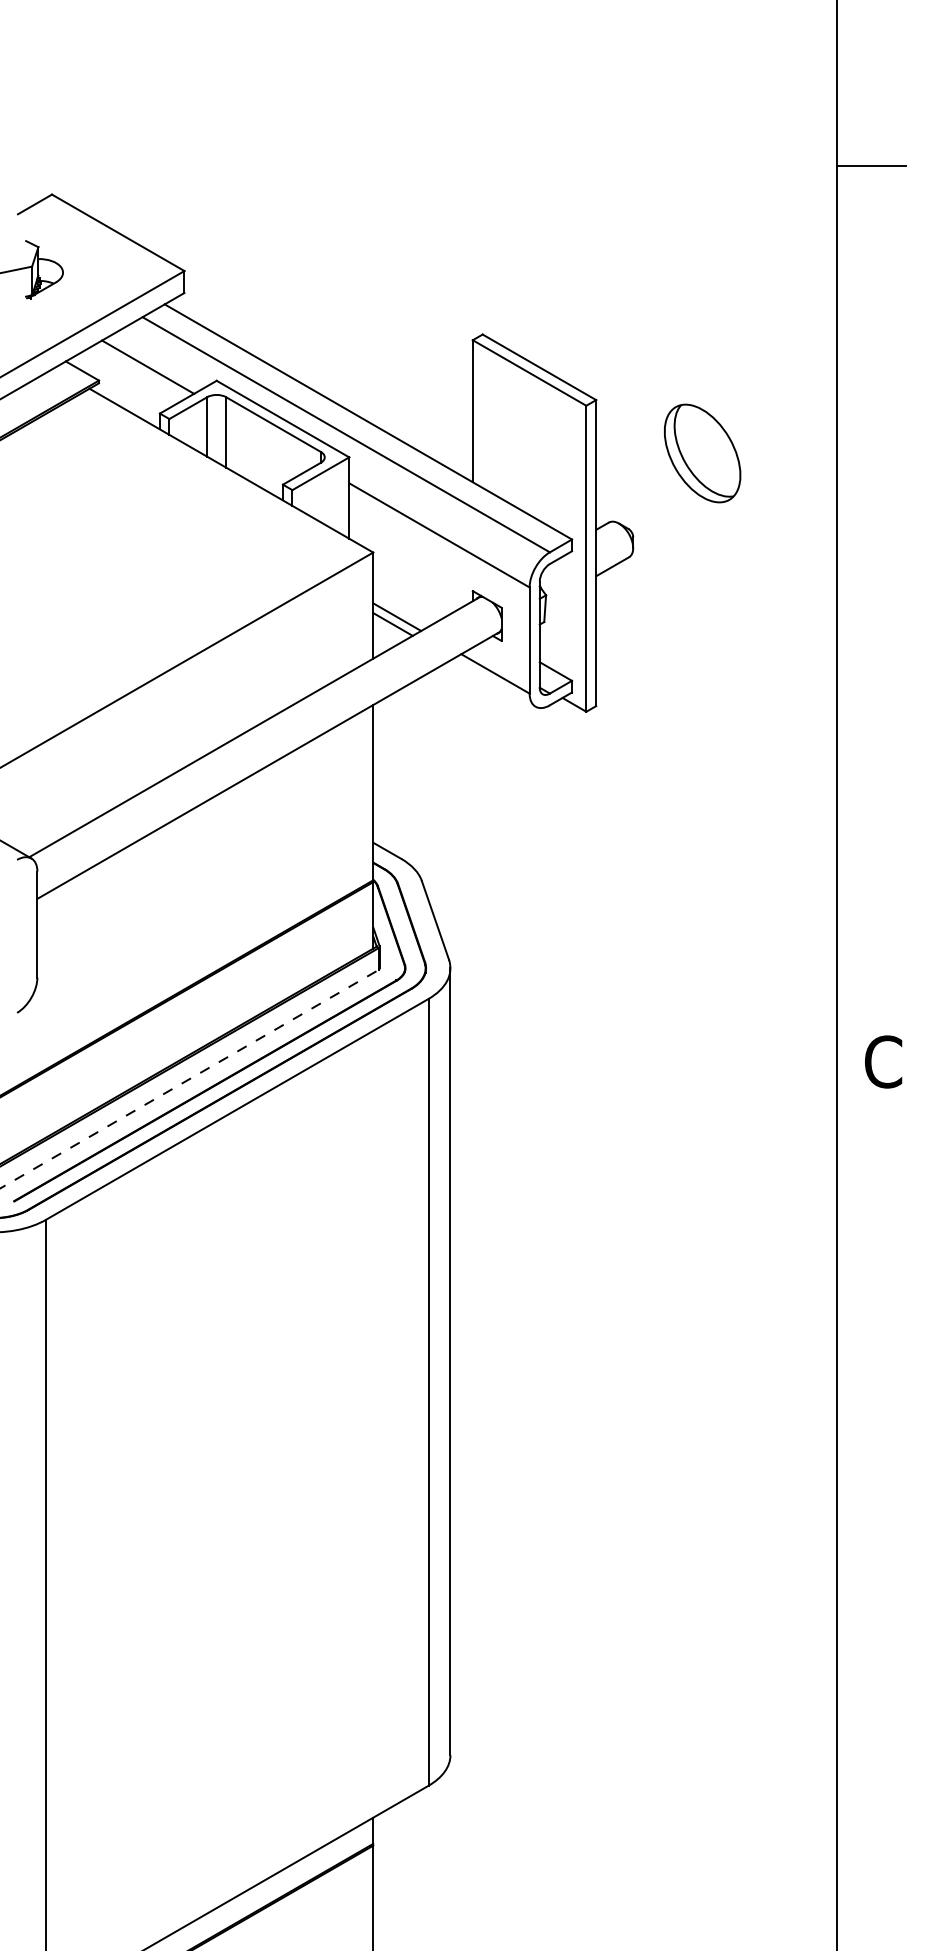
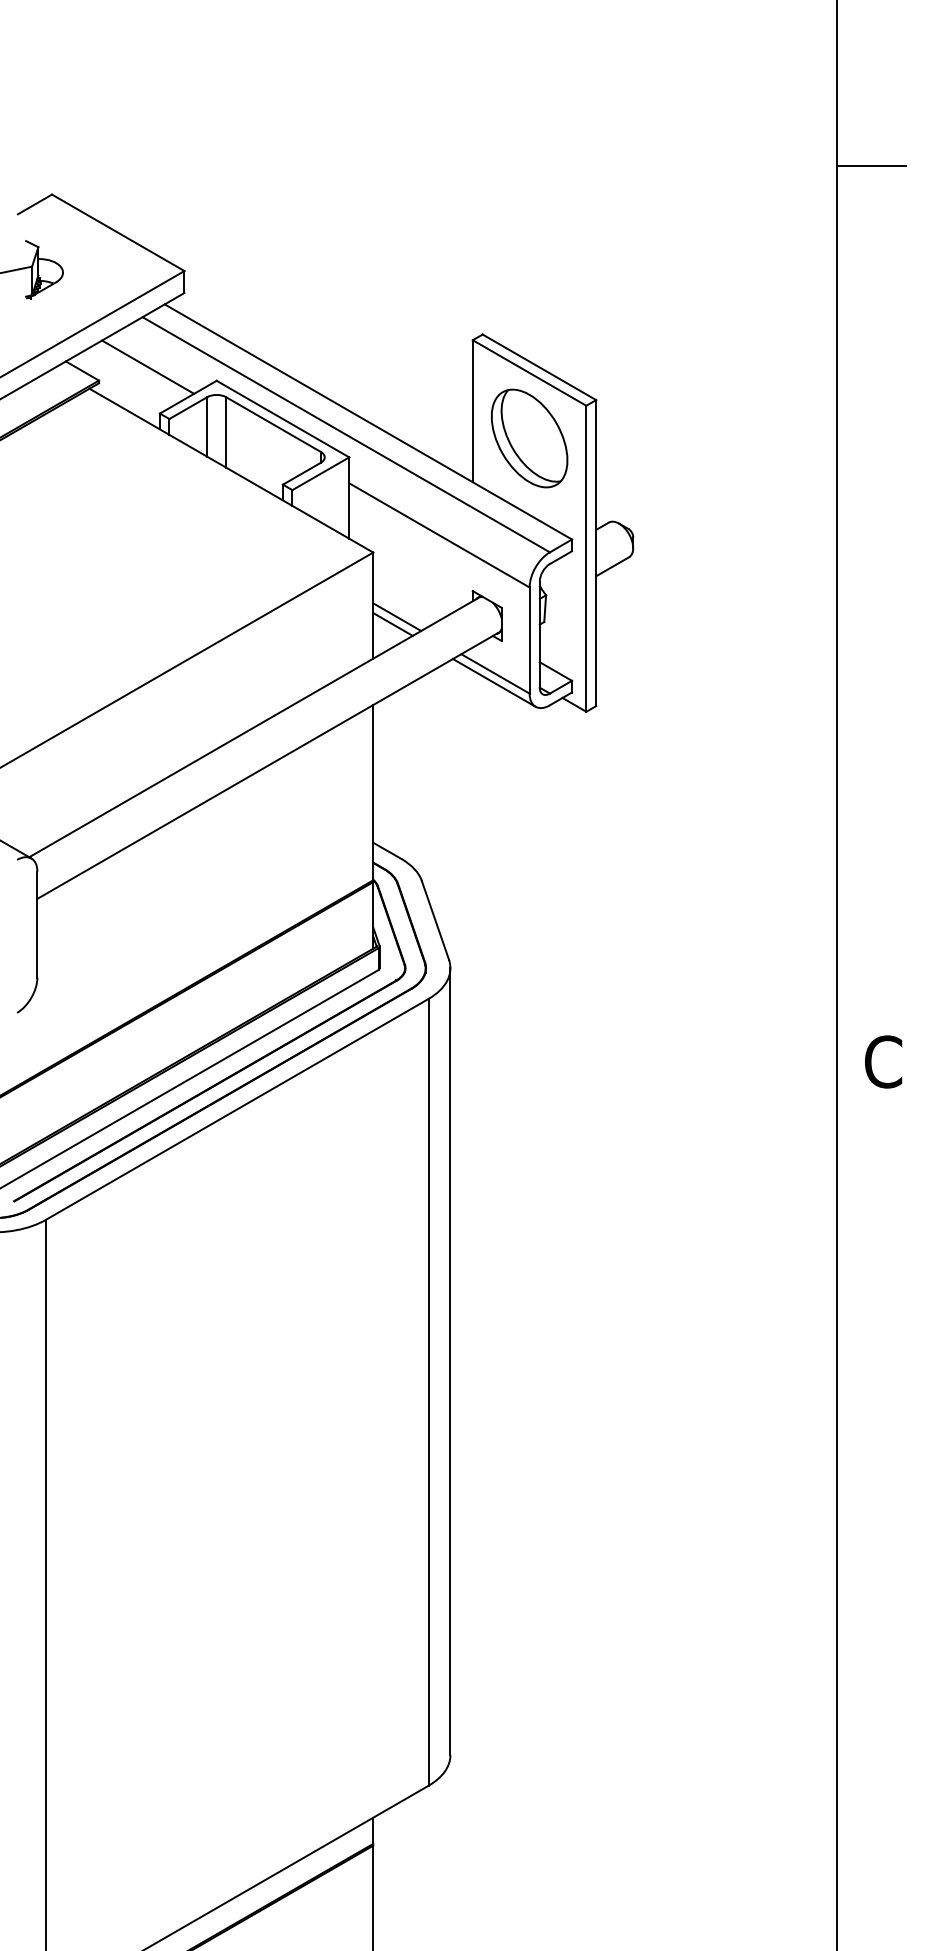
part at (702, 453) position: (702, 453) -> (529, 438)
line at (493, 682): none -> present
line at (189, 1078): dashed -> solid
